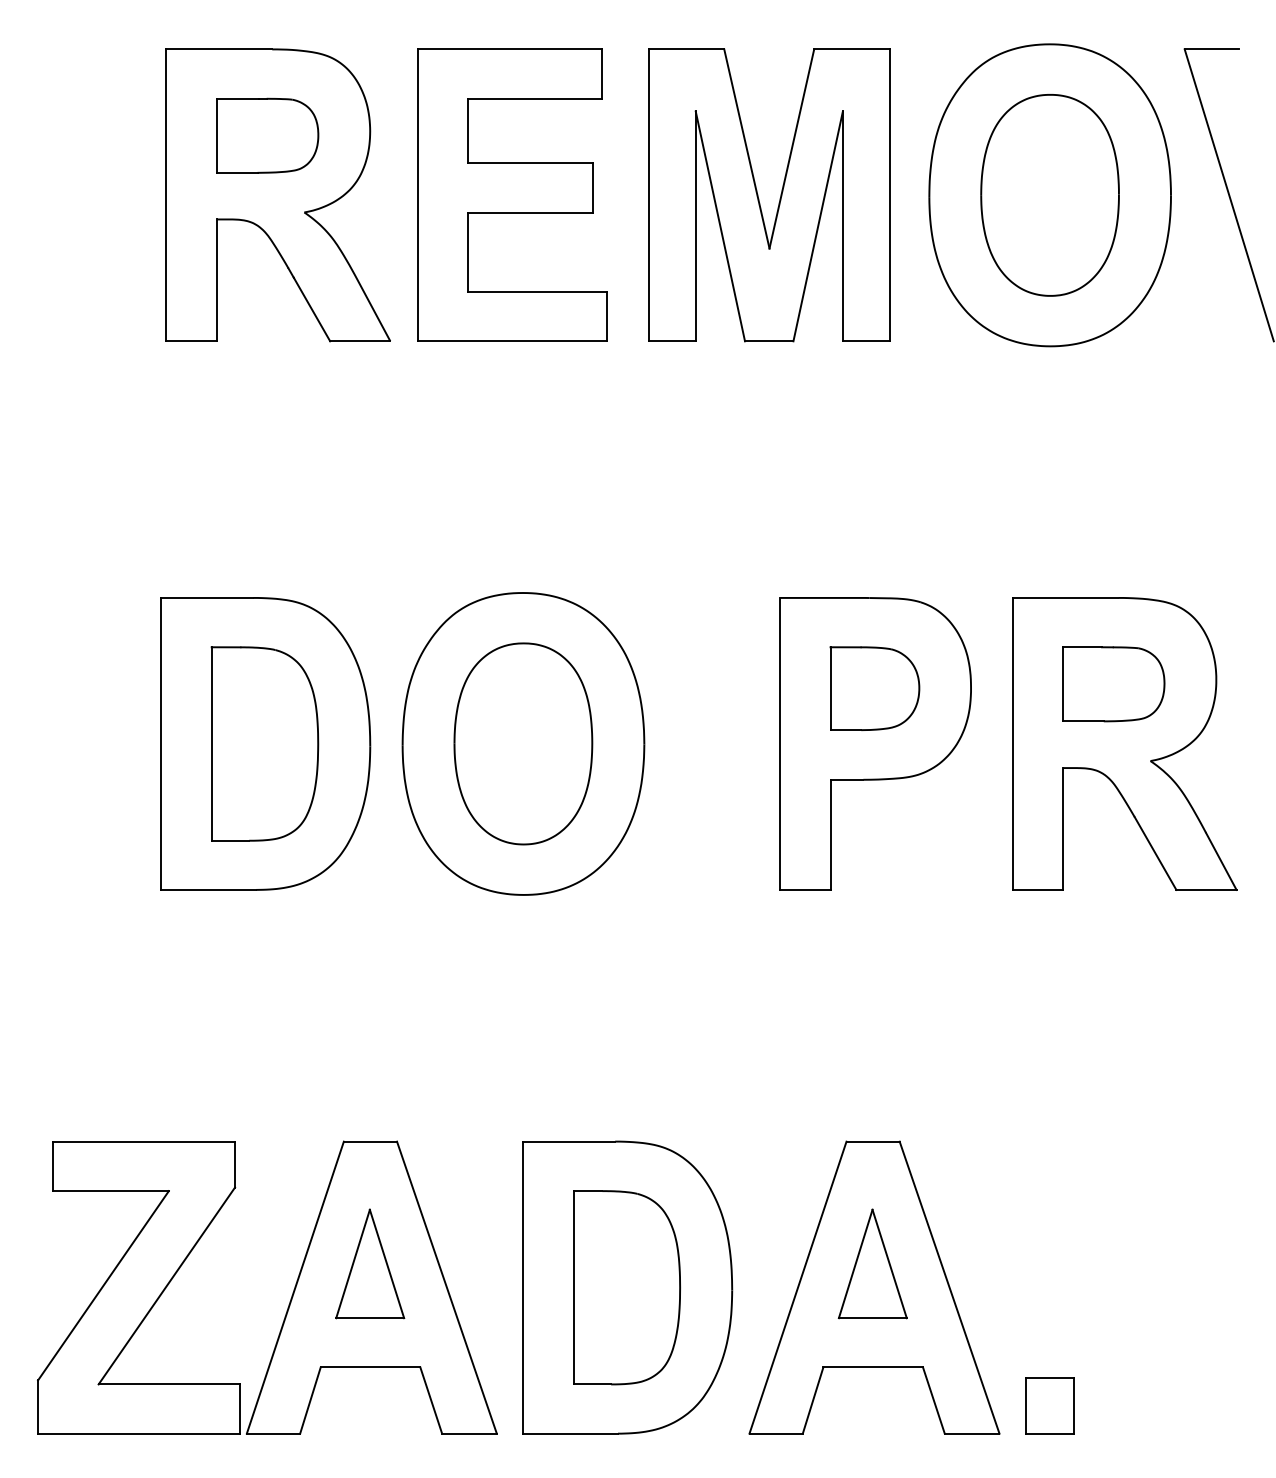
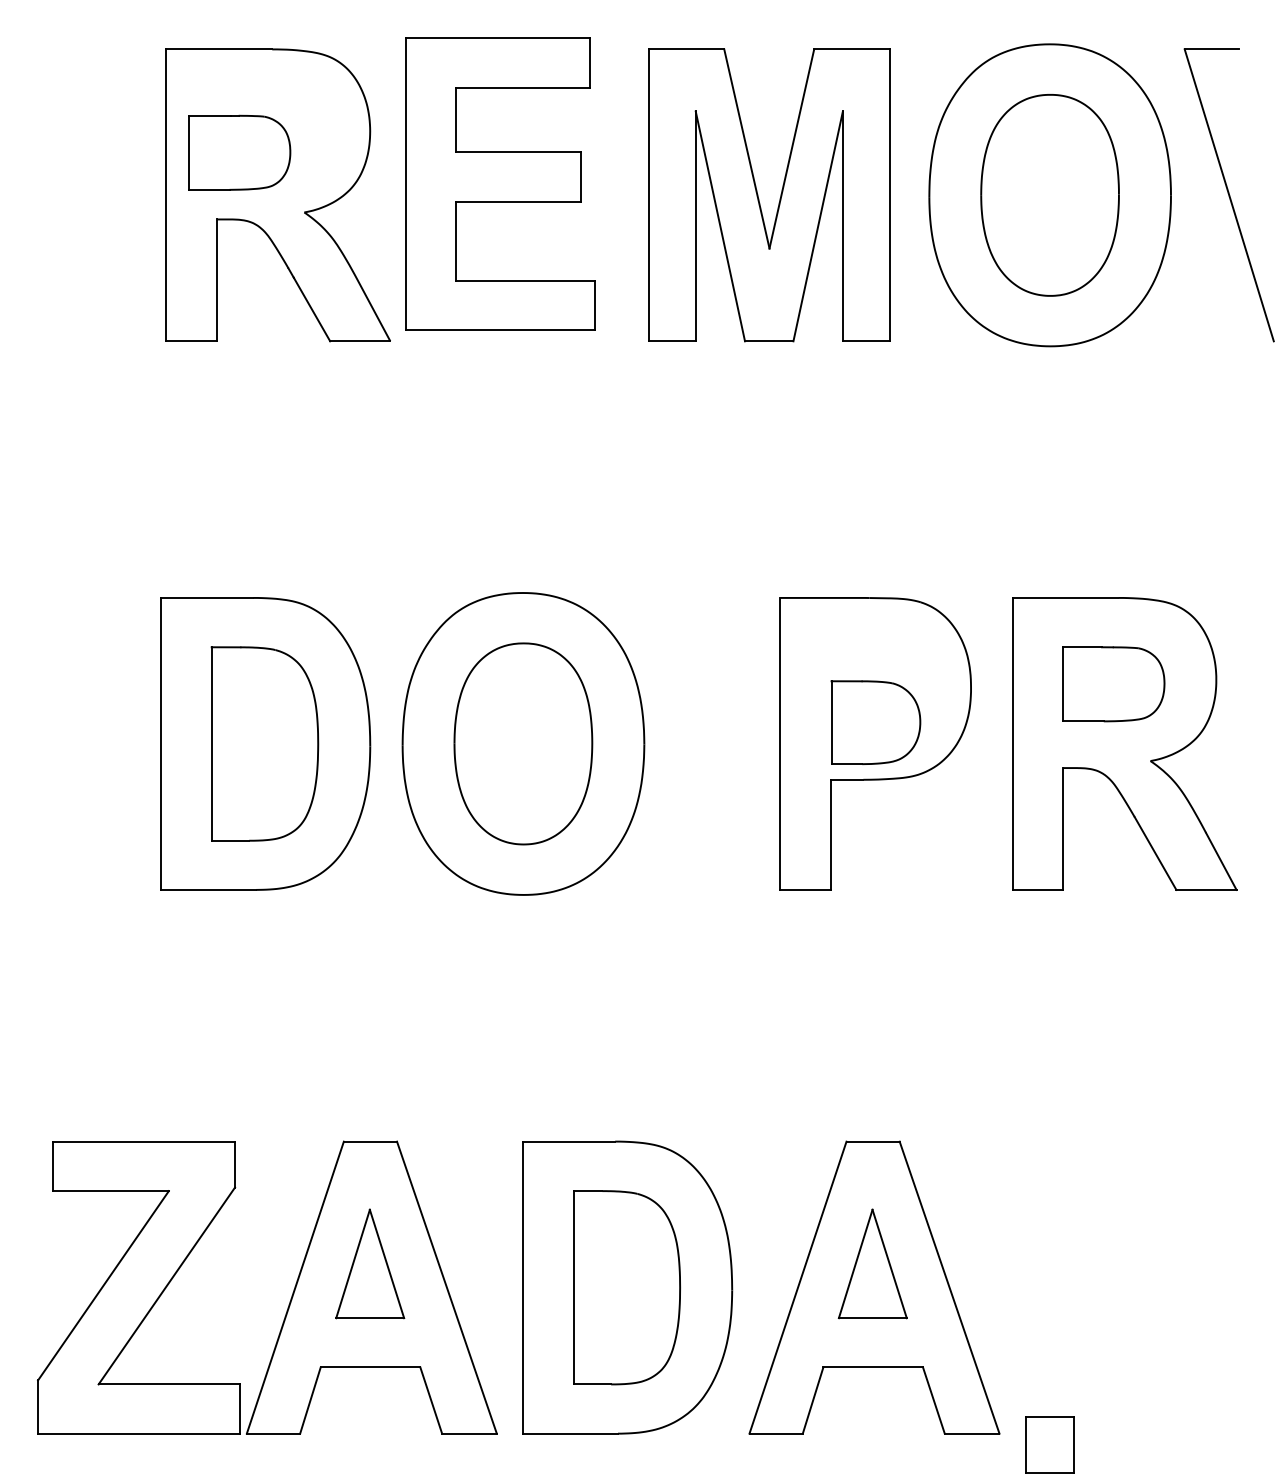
part at (267, 135) position: (267, 135) -> (239, 152)
part at (512, 194) position: (512, 194) -> (500, 183)
part at (874, 688) position: (874, 688) -> (875, 722)
part at (1049, 1405) position: (1049, 1405) -> (1049, 1444)
